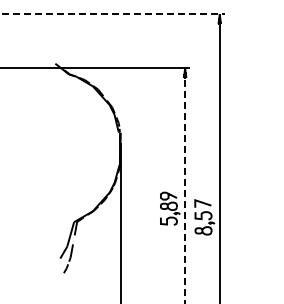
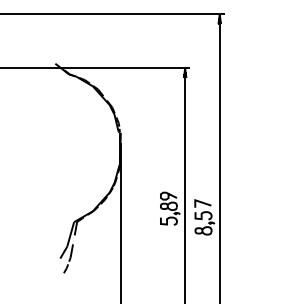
line at (112, 14): dashed -> solid
line at (185, 185): dashed -> solid
